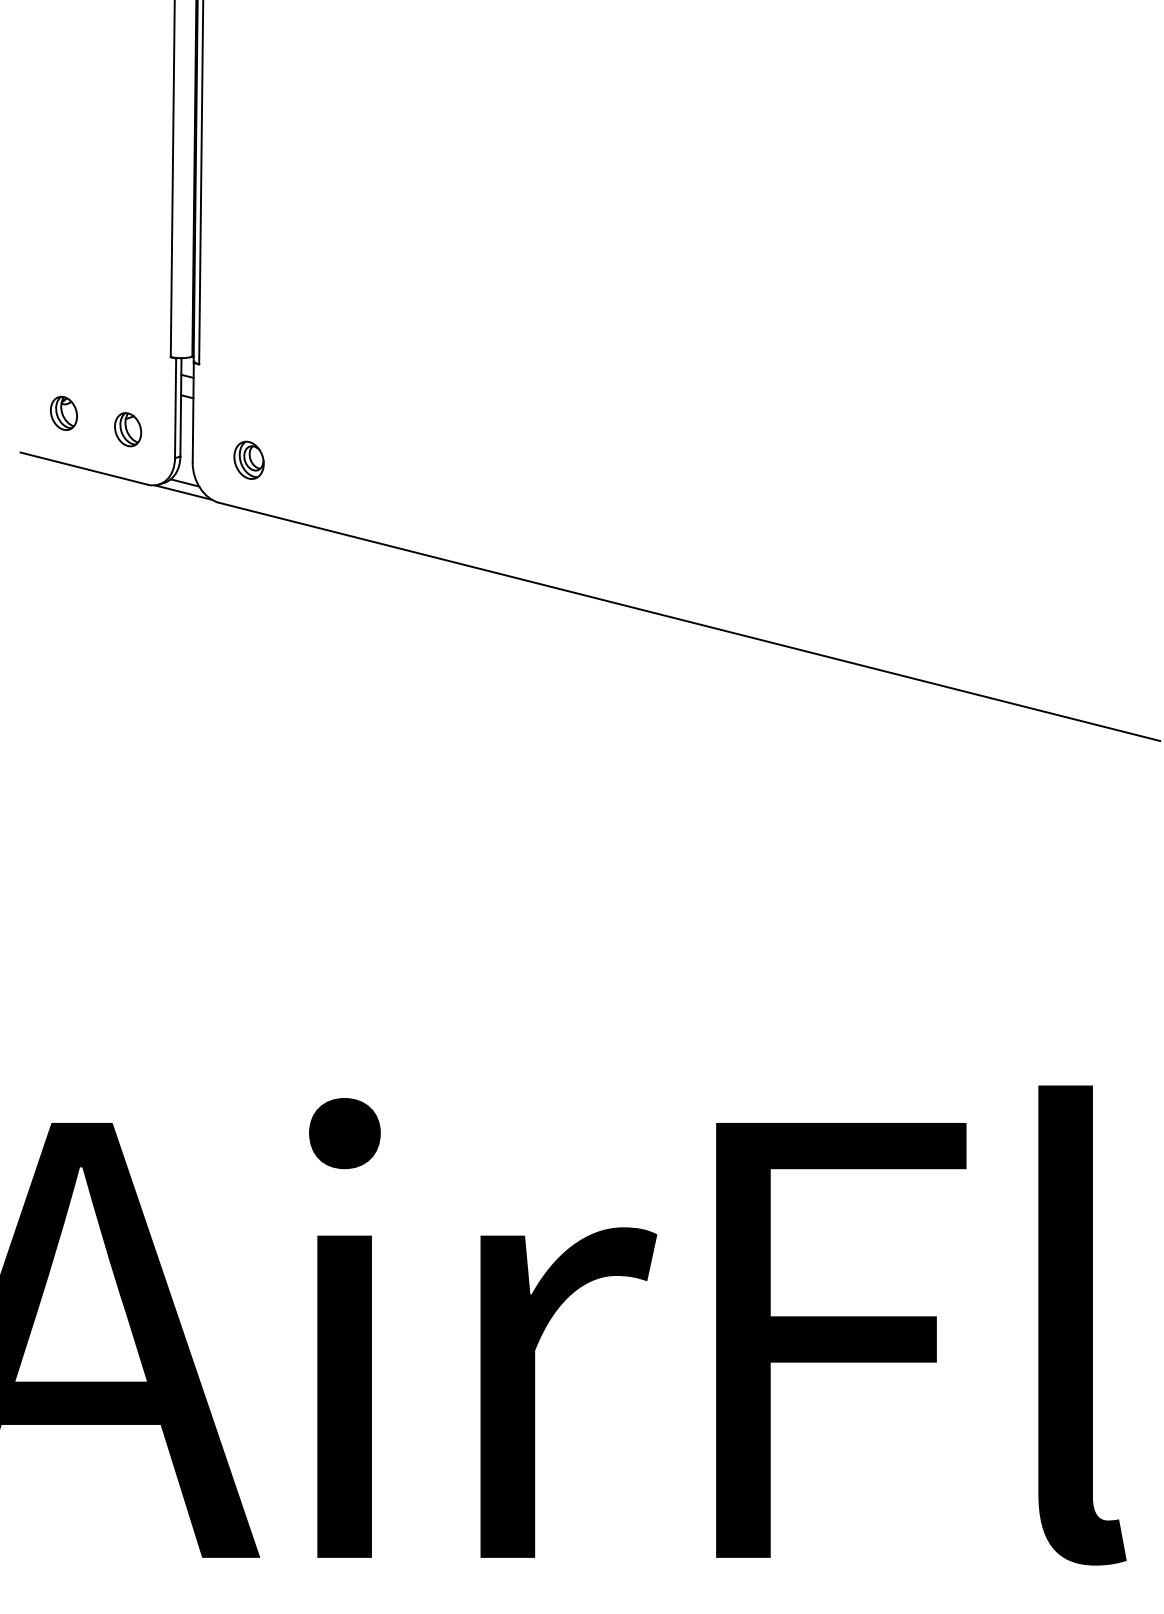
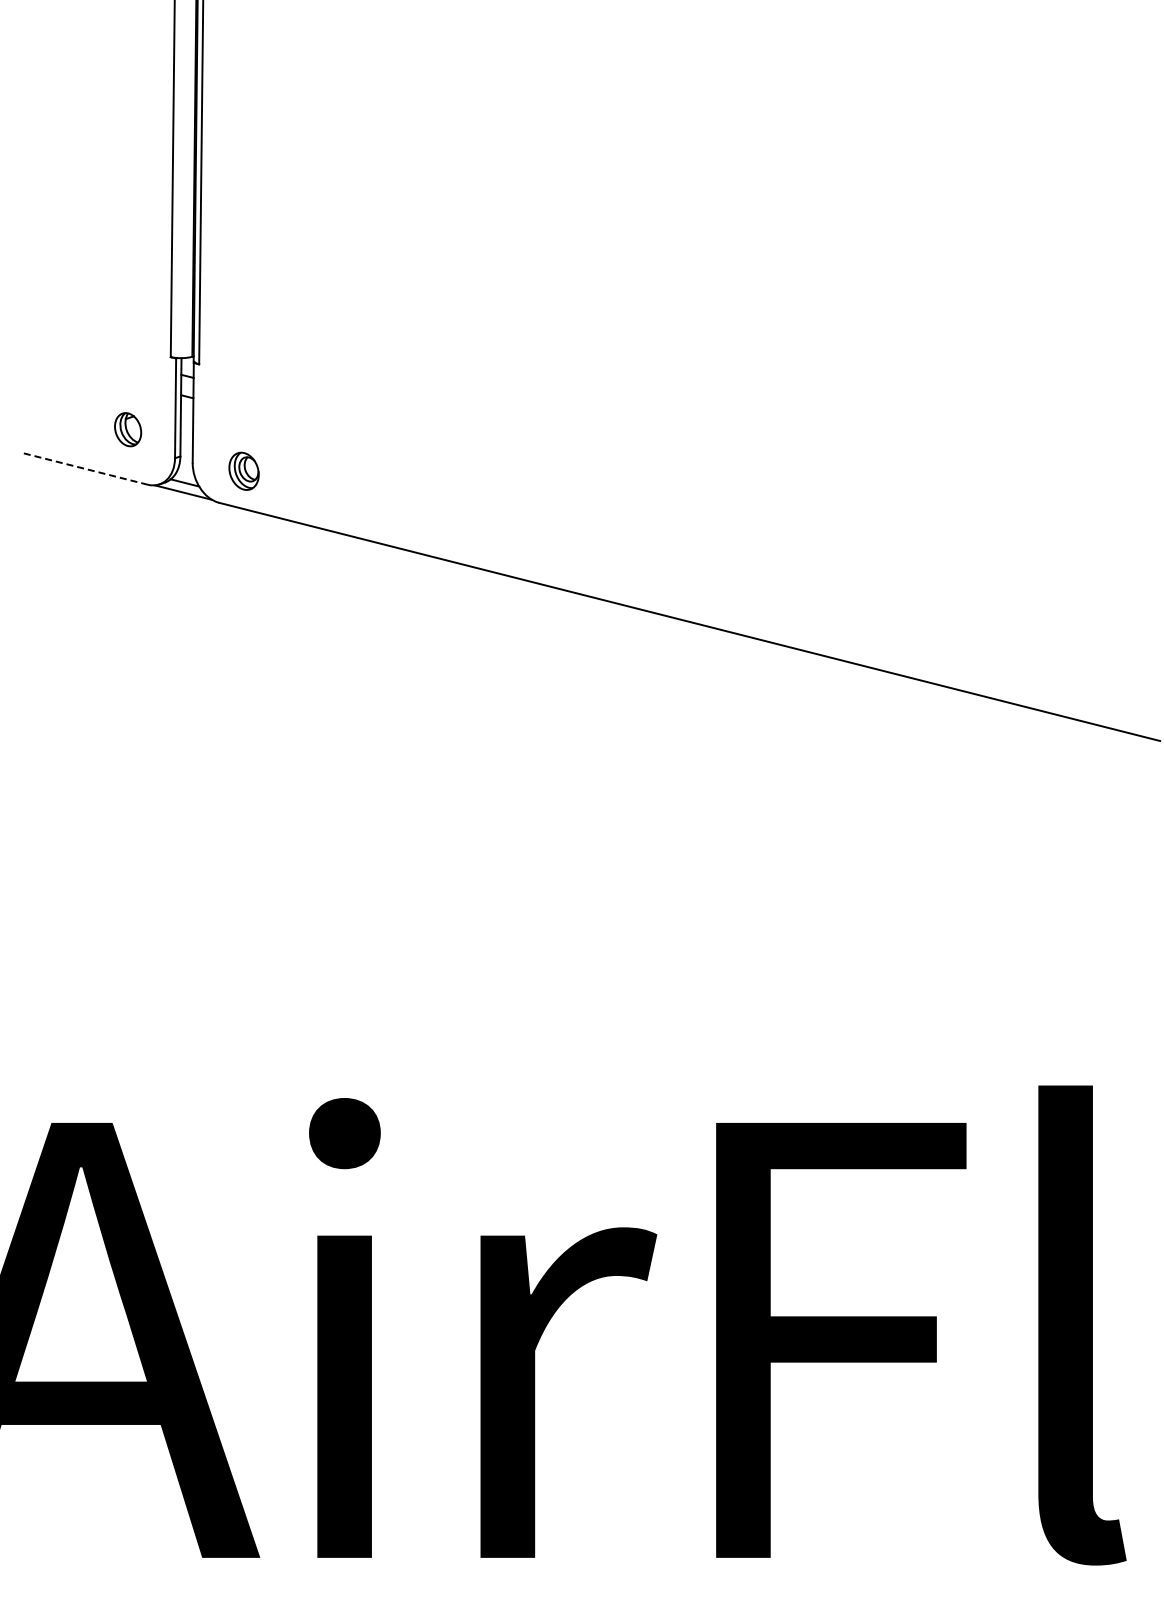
part at (63, 412): present -> none
part at (248, 459) position: (248, 459) -> (243, 470)
line at (84, 468): solid -> dashed
